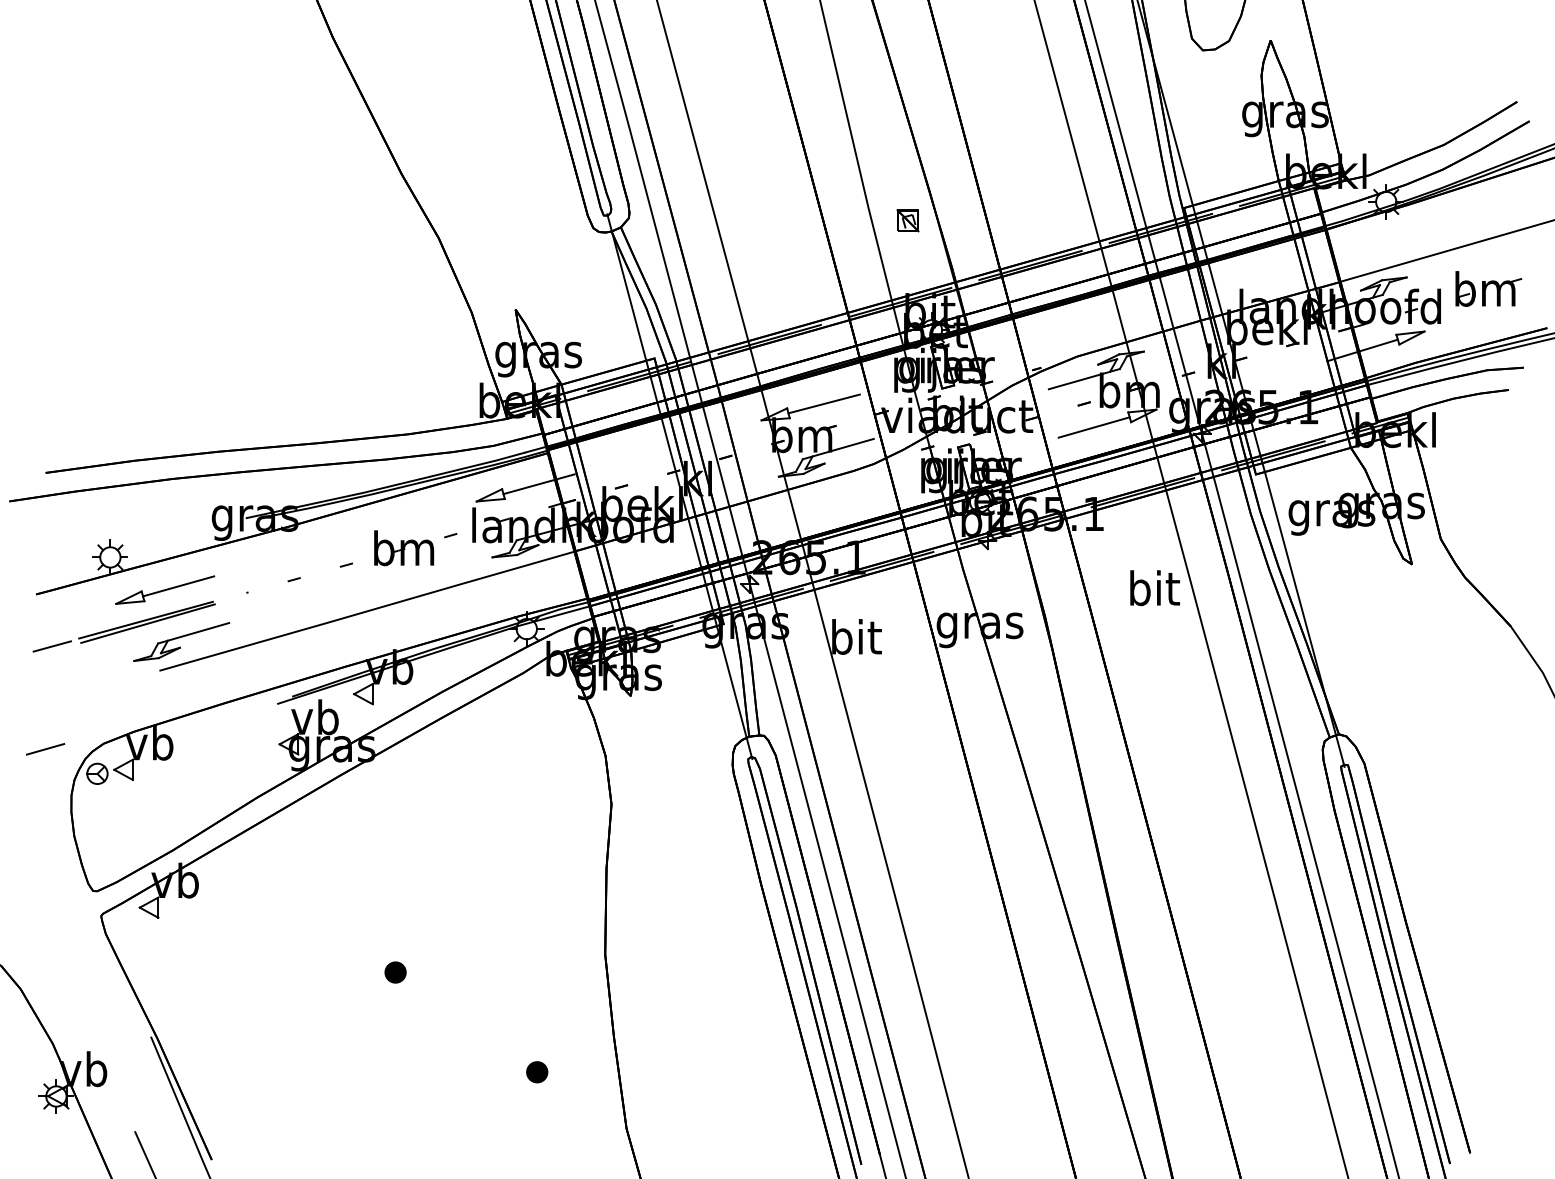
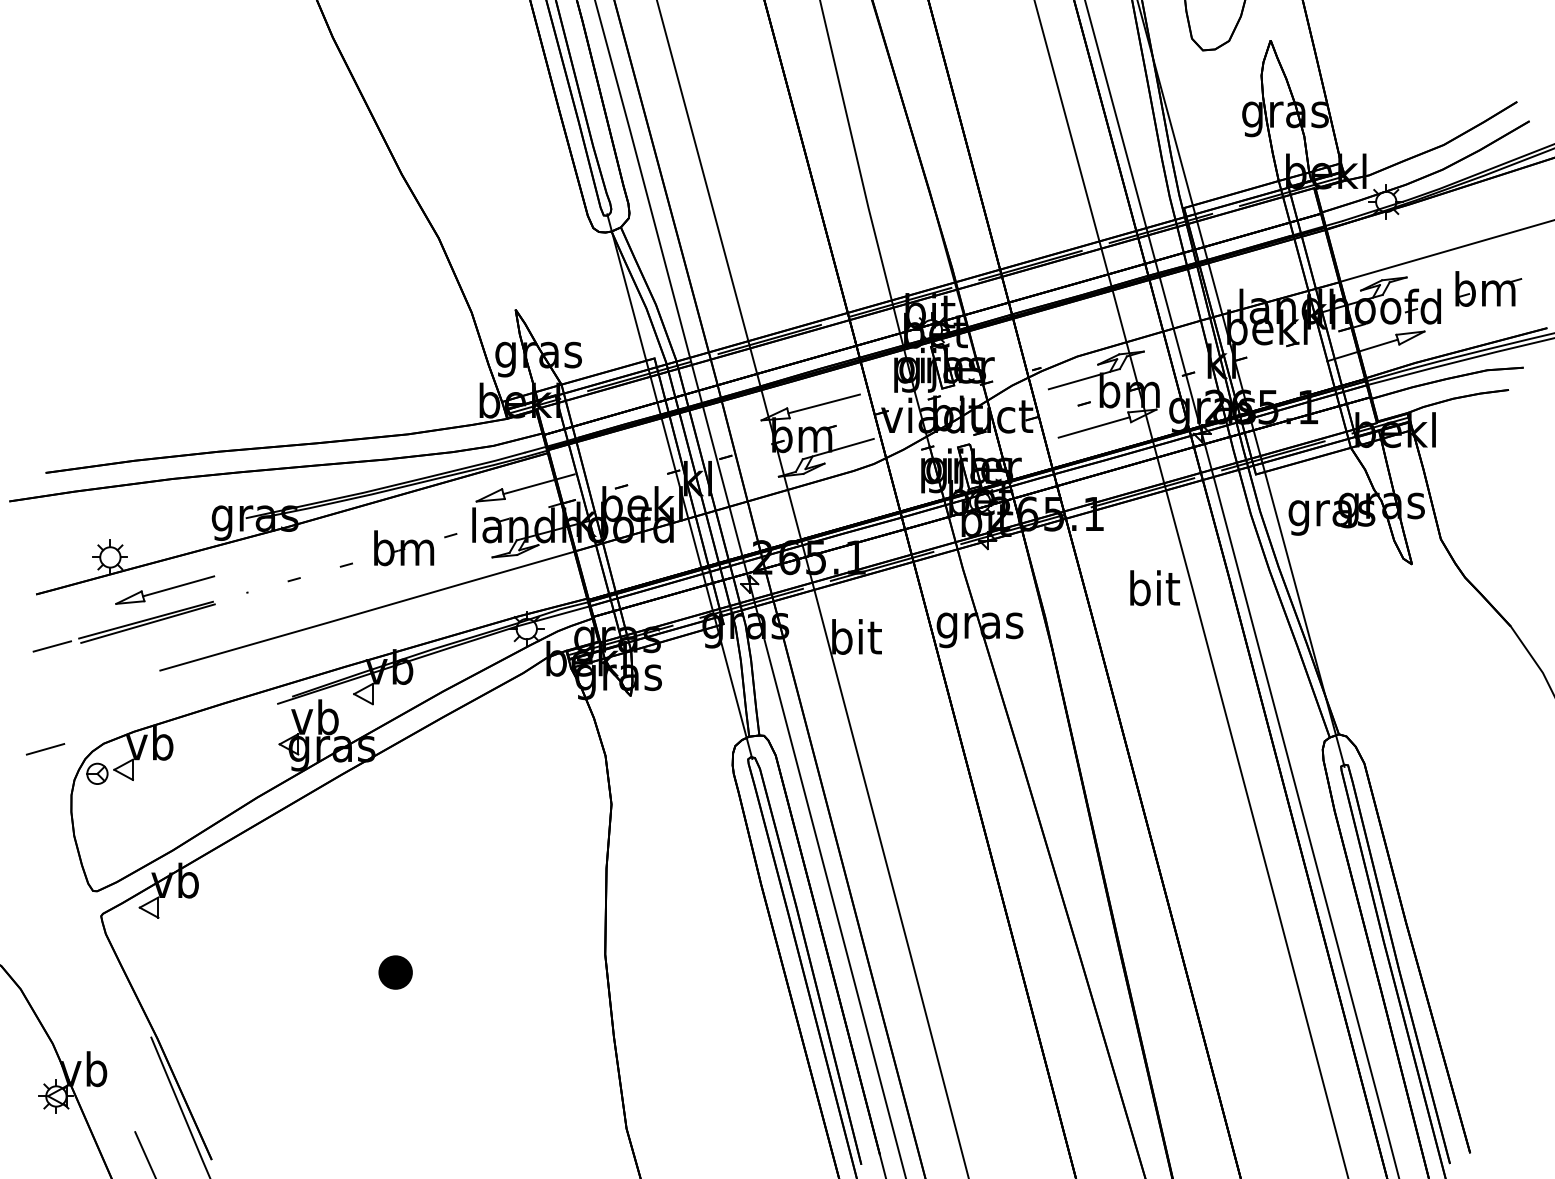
part at (907, 220): present -> none
part at (181, 641): present -> none
part at (395, 972) size: 23x23 px -> 35x35 px
part at (537, 1072): present -> none
